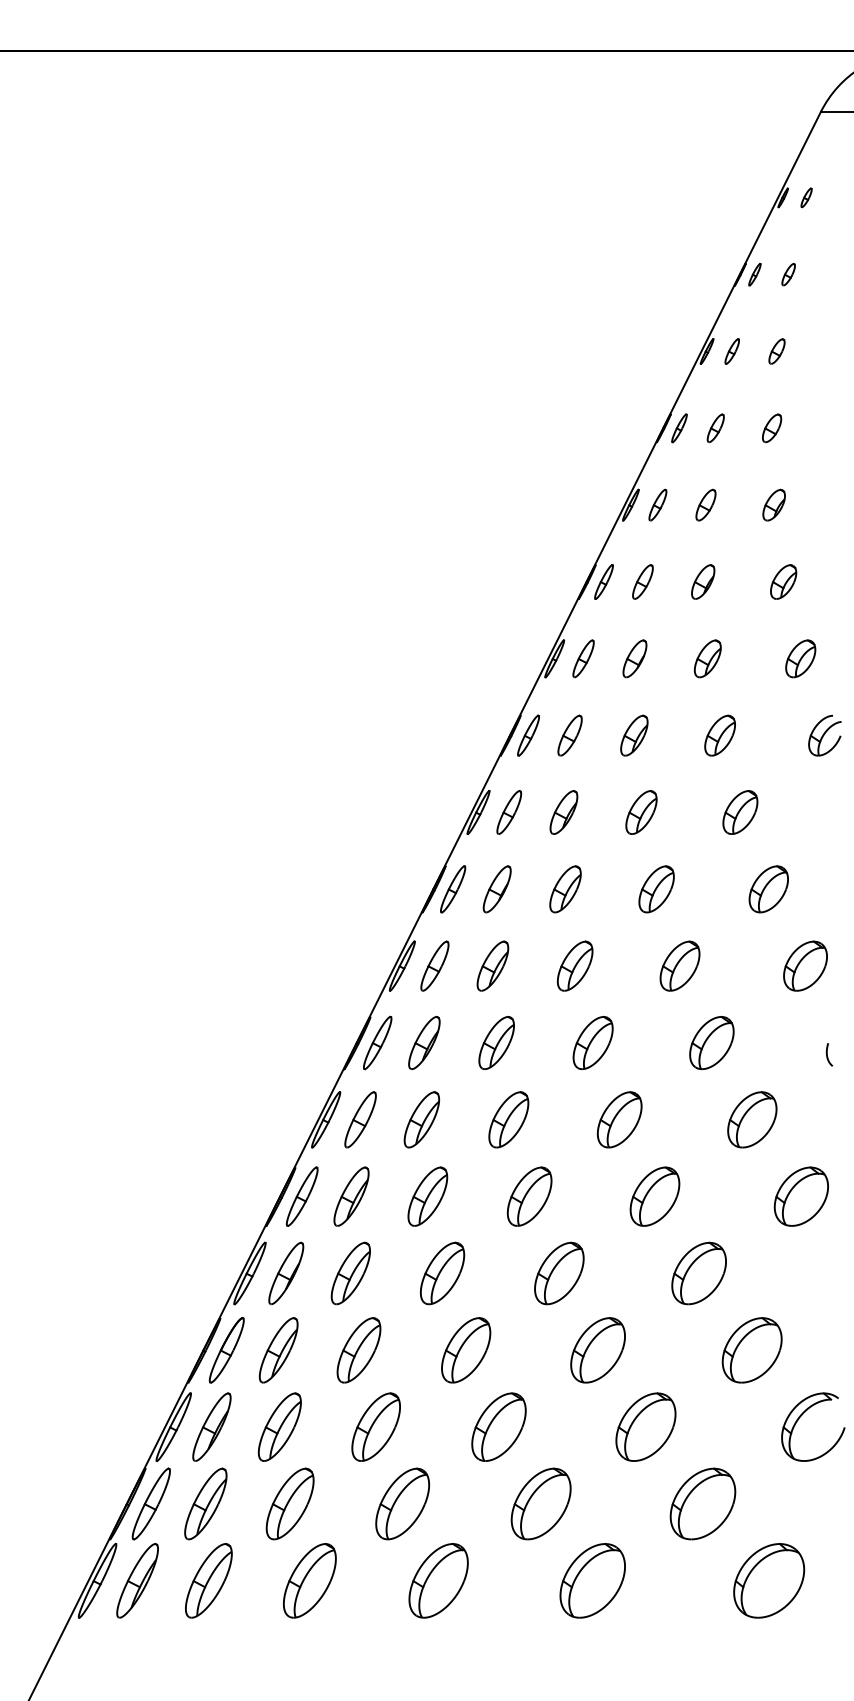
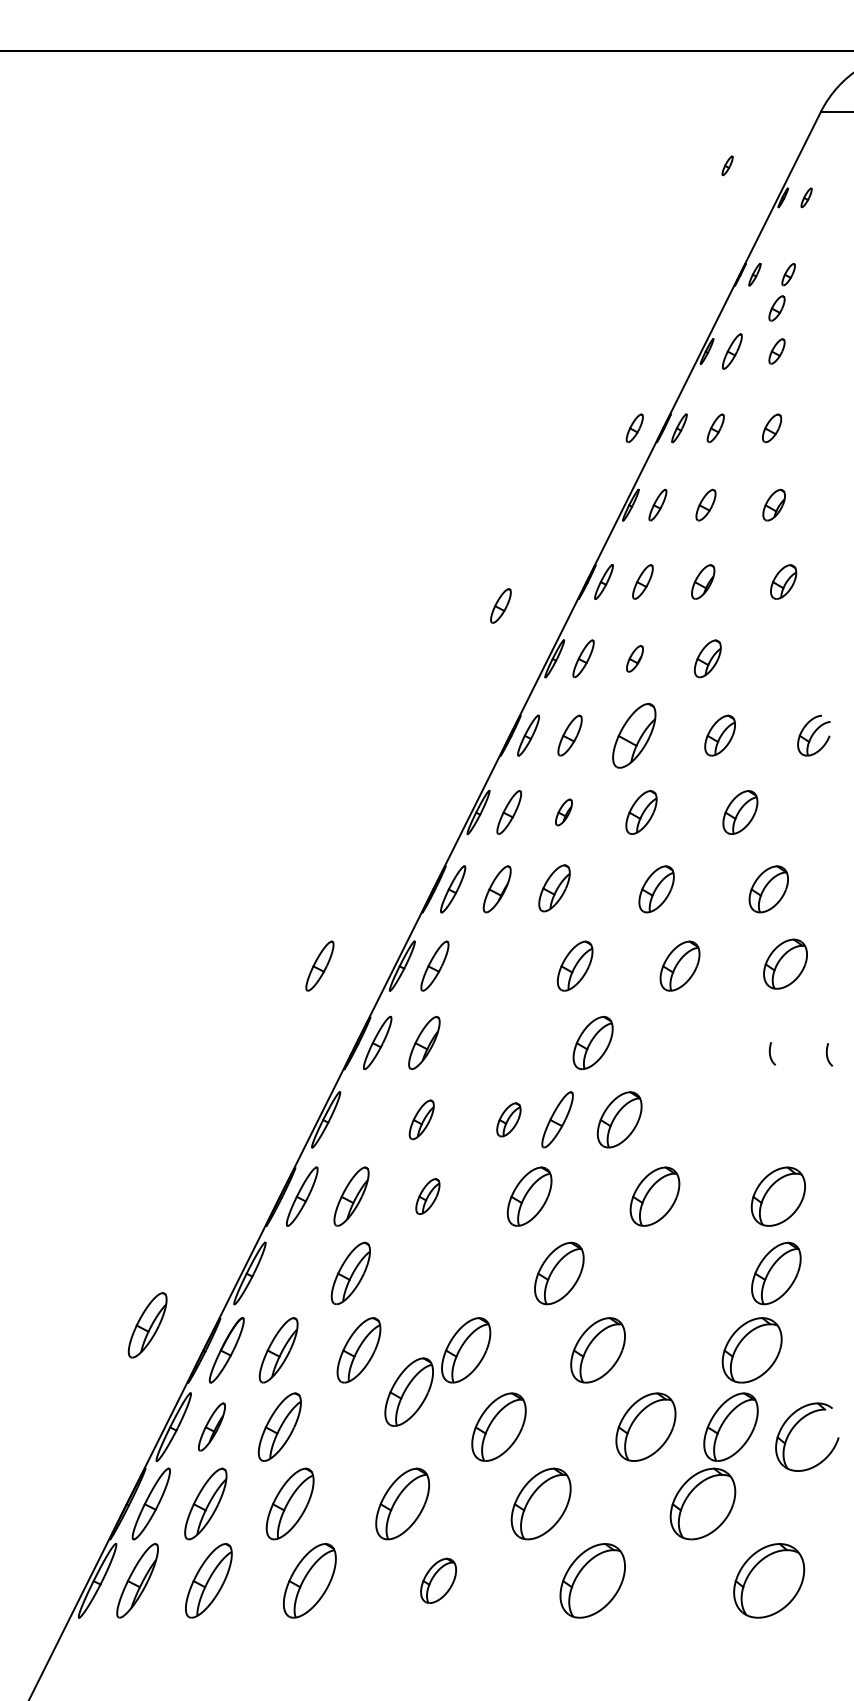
part at (727, 165): none -> present
part at (776, 308): none -> present
part at (731, 351) size: 16x27 px -> 21x37 px
part at (634, 428): none -> present
part at (500, 605): none -> present
part at (634, 658) size: 26x40 px -> 18x28 px
part at (800, 658): present -> none
part at (634, 735) size: 29x43 px -> 45x67 px
part at (824, 735) position: (824, 735) -> (813, 735)
part at (563, 812) size: 30x45 px -> 18x29 px
part at (565, 889) position: (565, 889) -> (554, 888)
part at (319, 965): none -> present
part at (492, 965): present -> none
part at (805, 965) position: (805, 965) -> (785, 963)
part at (496, 1042): present -> none
part at (711, 1042): present -> none
curve at (770, 1053): none -> present
part at (360, 1119) position: (360, 1119) -> (557, 1119)
part at (421, 1119) size: 37x58 px -> 27x42 px
part at (508, 1119) size: 42x58 px -> 26x36 px
part at (752, 1119): present -> none
part at (427, 1196) size: 42x61 px -> 26x37 px
part at (800, 1196) position: (800, 1196) -> (777, 1196)
part at (286, 1273): present -> none
part at (442, 1273): present -> none
part at (698, 1273): present -> none
part at (776, 1273): none -> present
part at (147, 1325): none -> present
part at (802, 1415) position: (802, 1415) -> (796, 1425)
part at (211, 1426) size: 40x70 px -> 28x50 px
part at (375, 1426) position: (375, 1426) -> (408, 1391)
part at (730, 1426): none -> present
part at (438, 1580) size: 61x76 px -> 37x47 px
